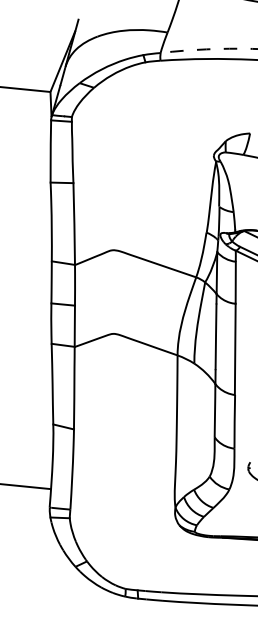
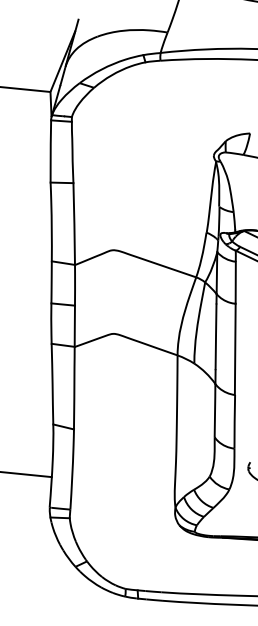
arc at (207, 49): dashed -> solid
line at (26, 486) position: (26, 486) -> (26, 474)
